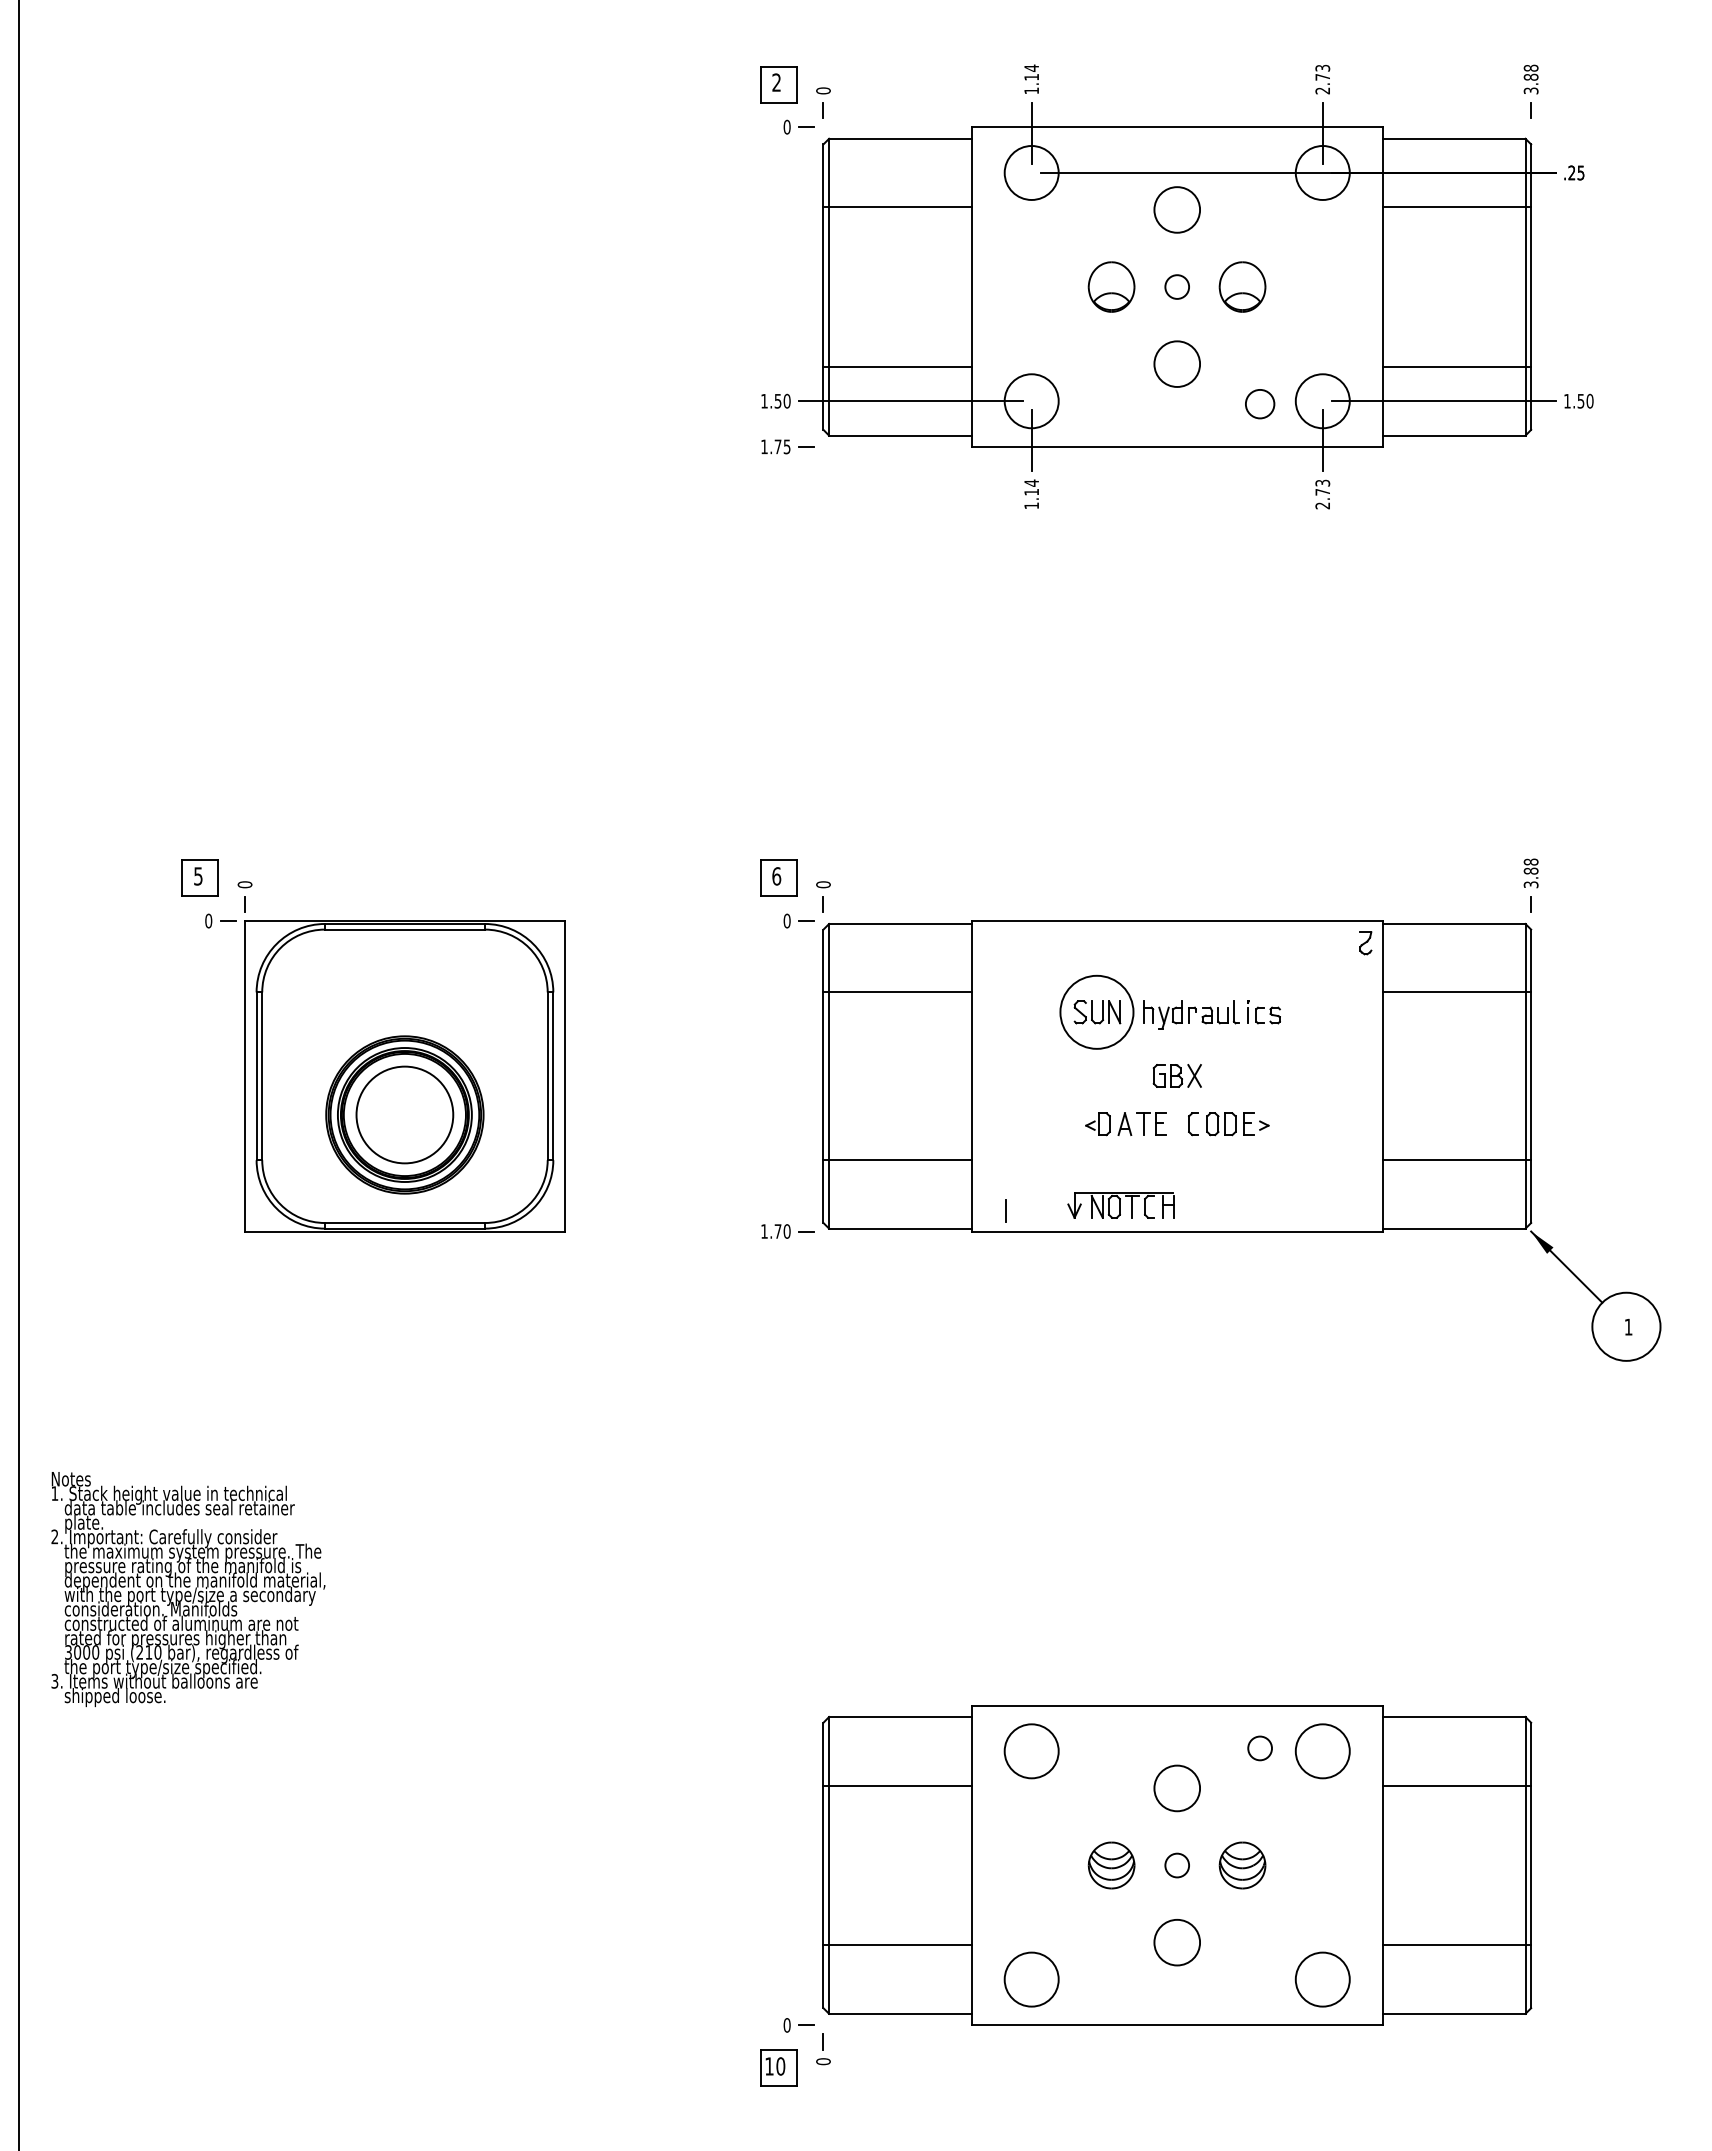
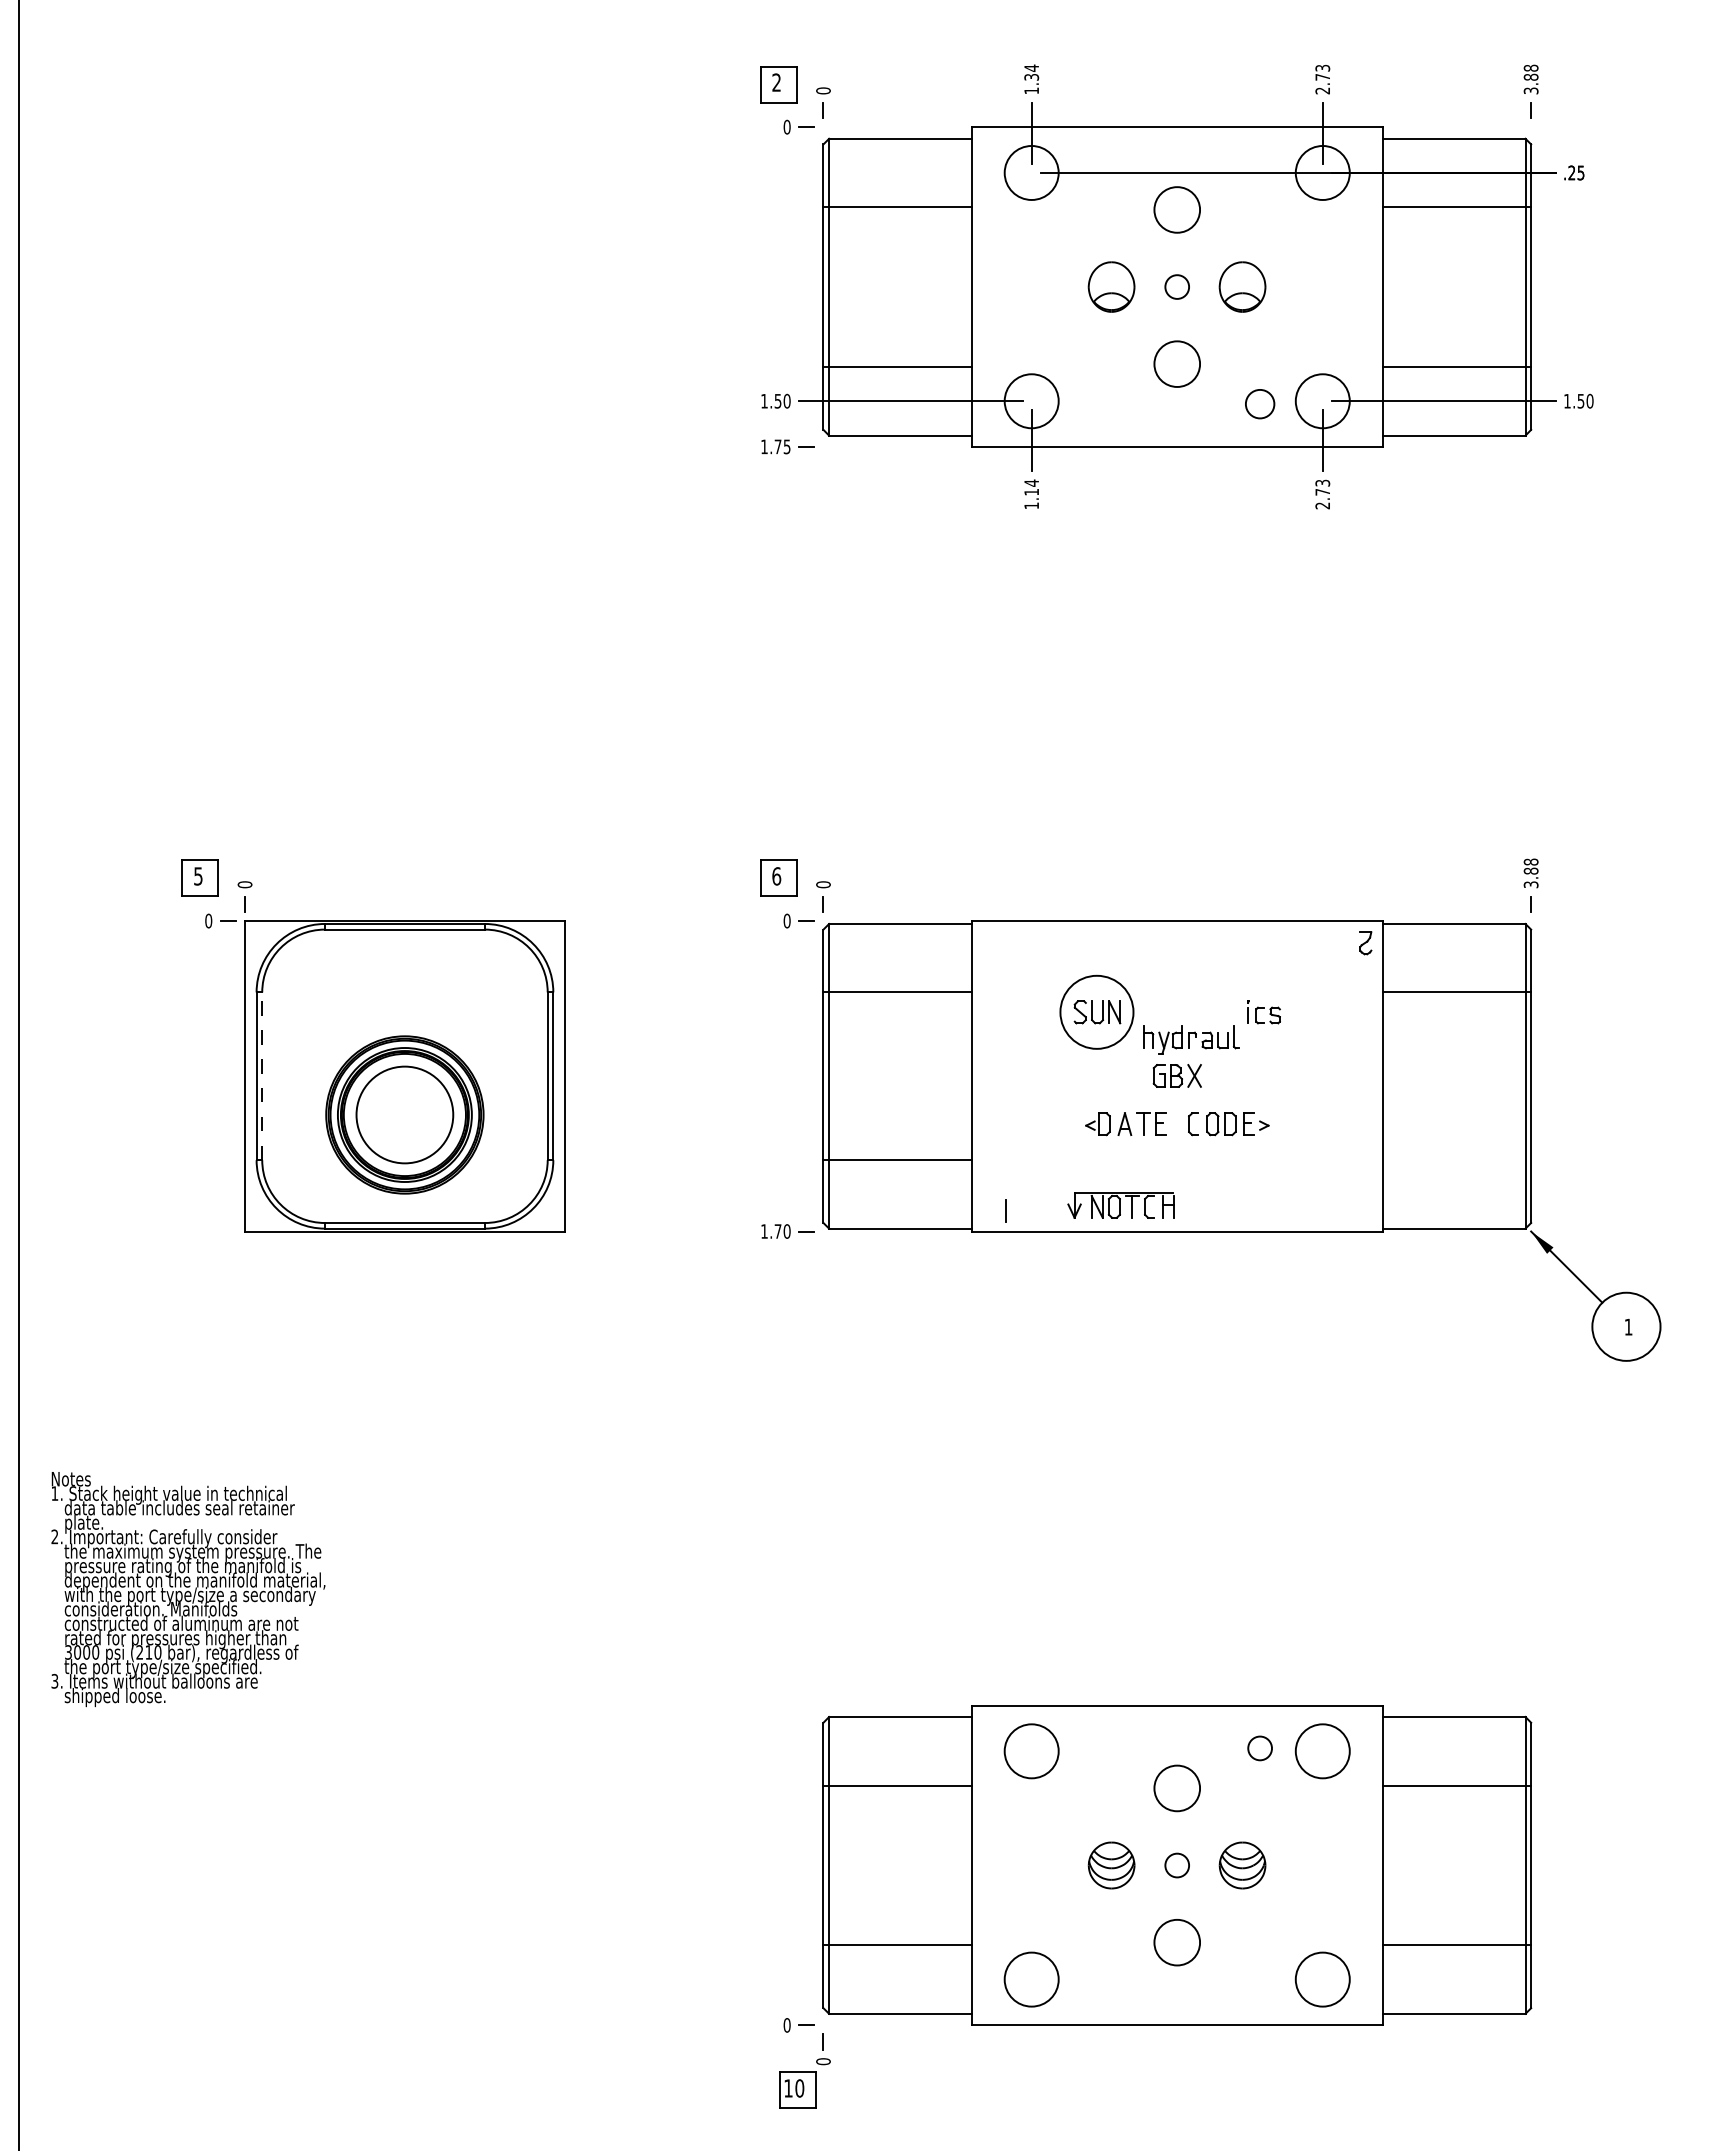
text at (1031, 77): 1.14 -> 1.34
part at (1191, 1014) position: (1191, 1014) -> (1191, 1039)
line at (262, 1076): solid -> dashed
line at (1456, 1160): present -> none
part at (778, 2067) position: (778, 2067) -> (797, 2089)
